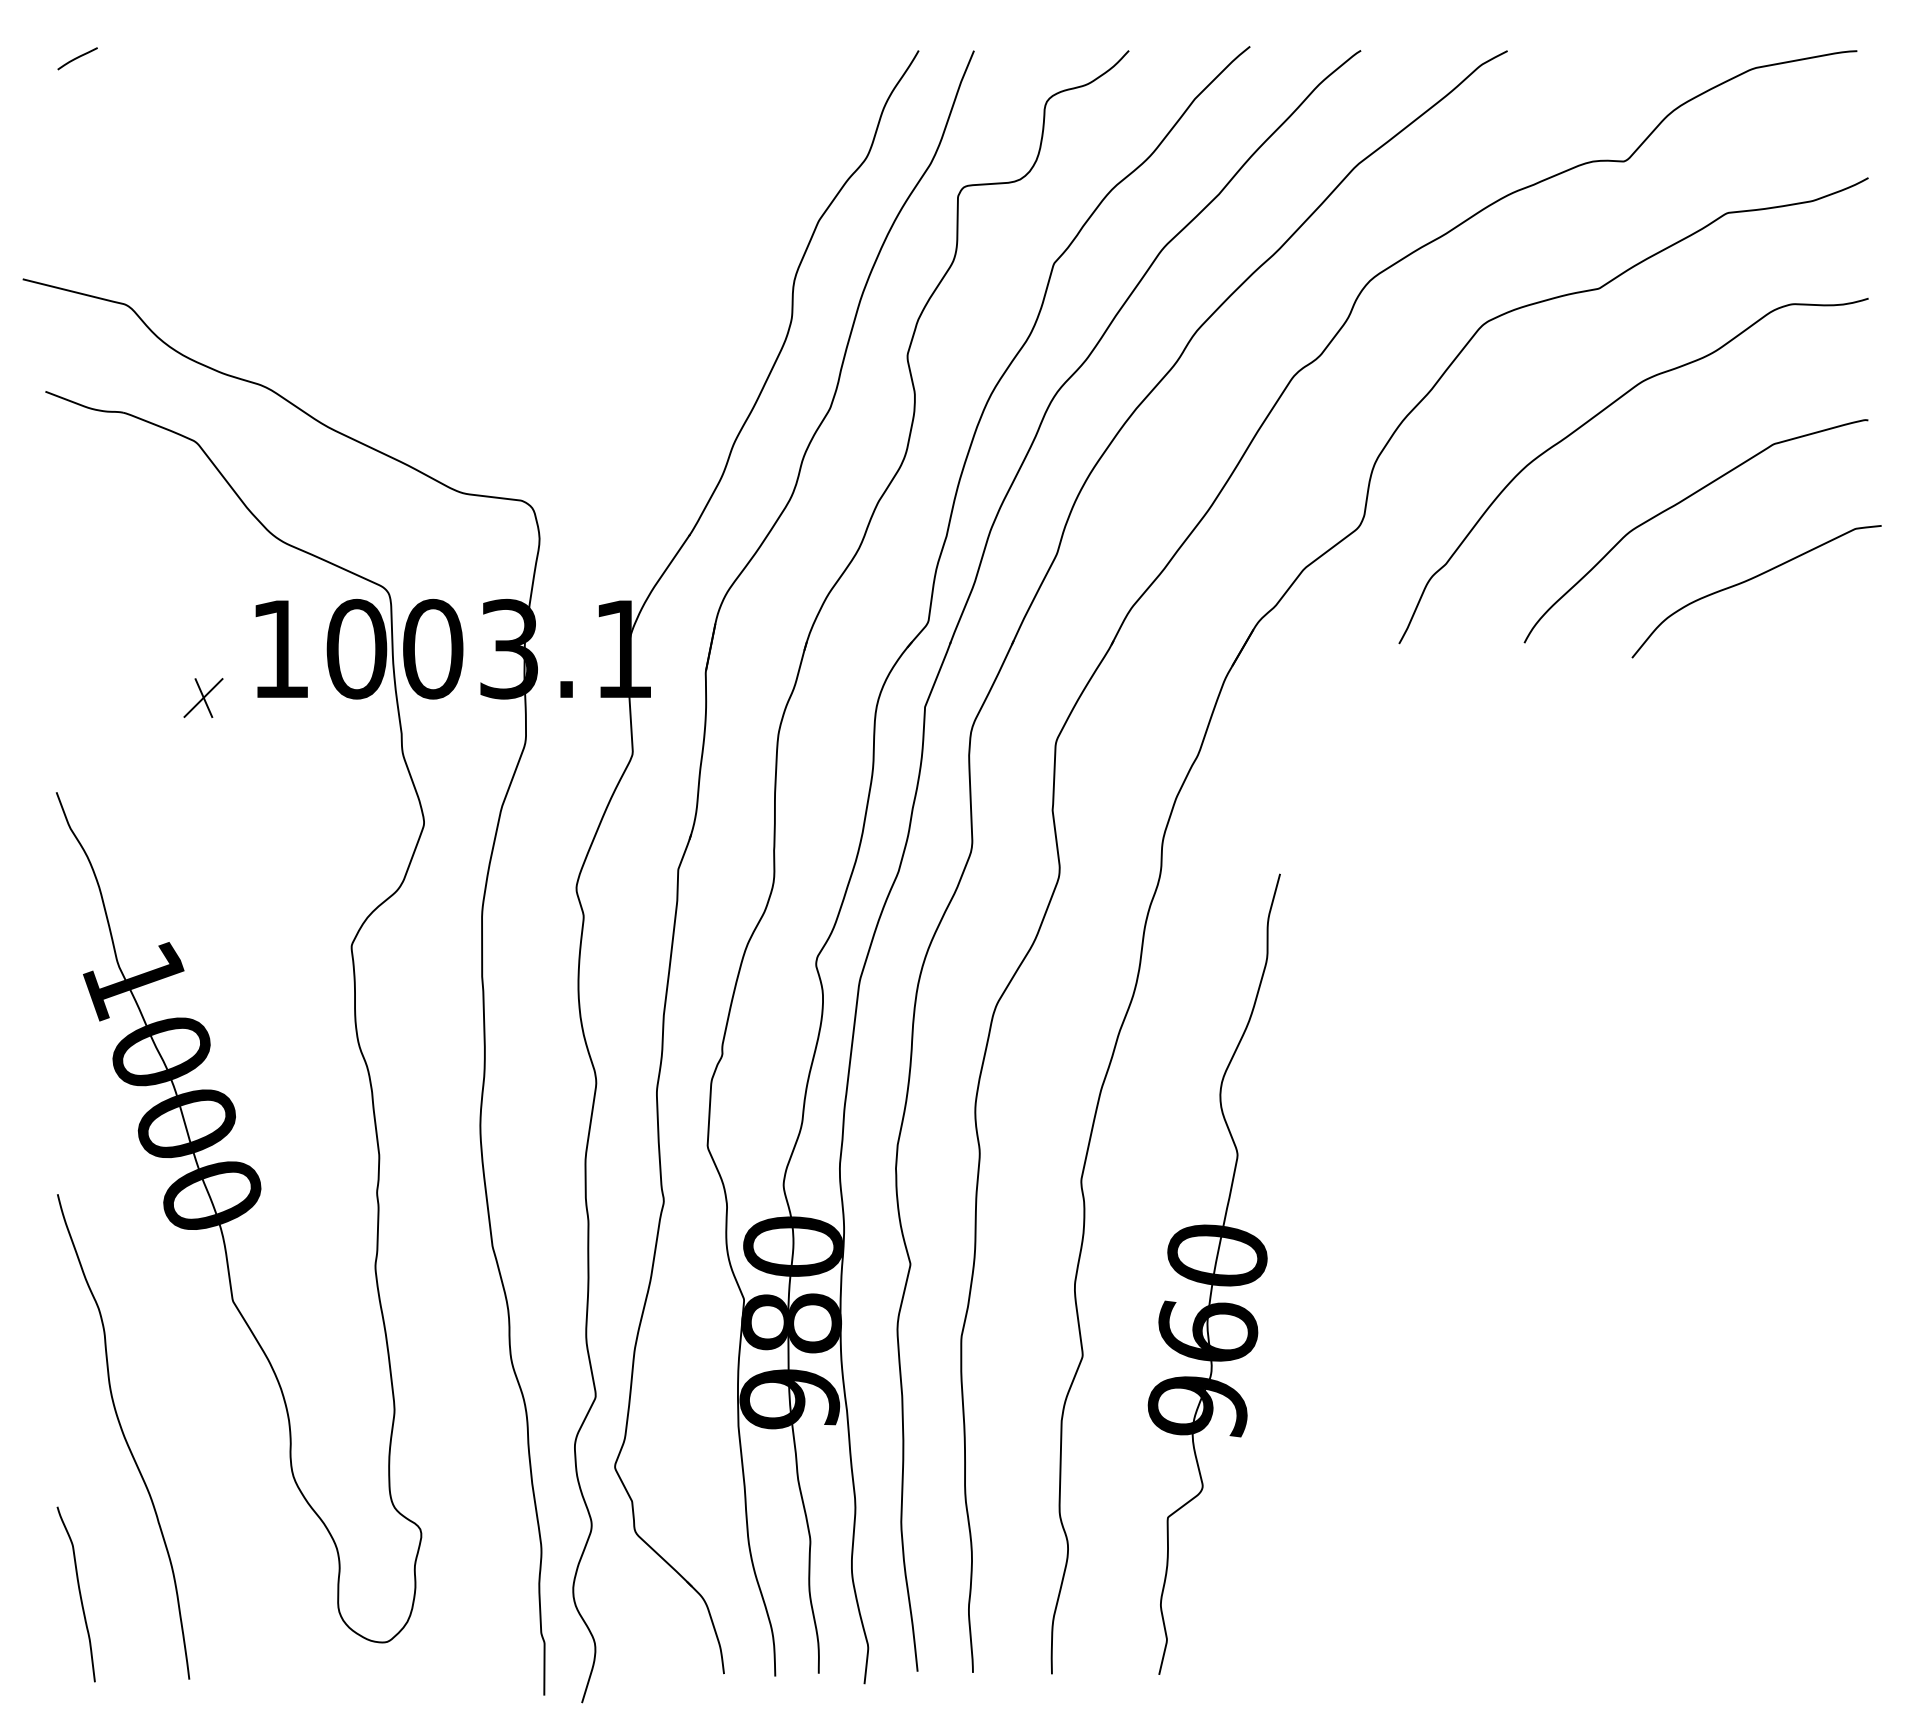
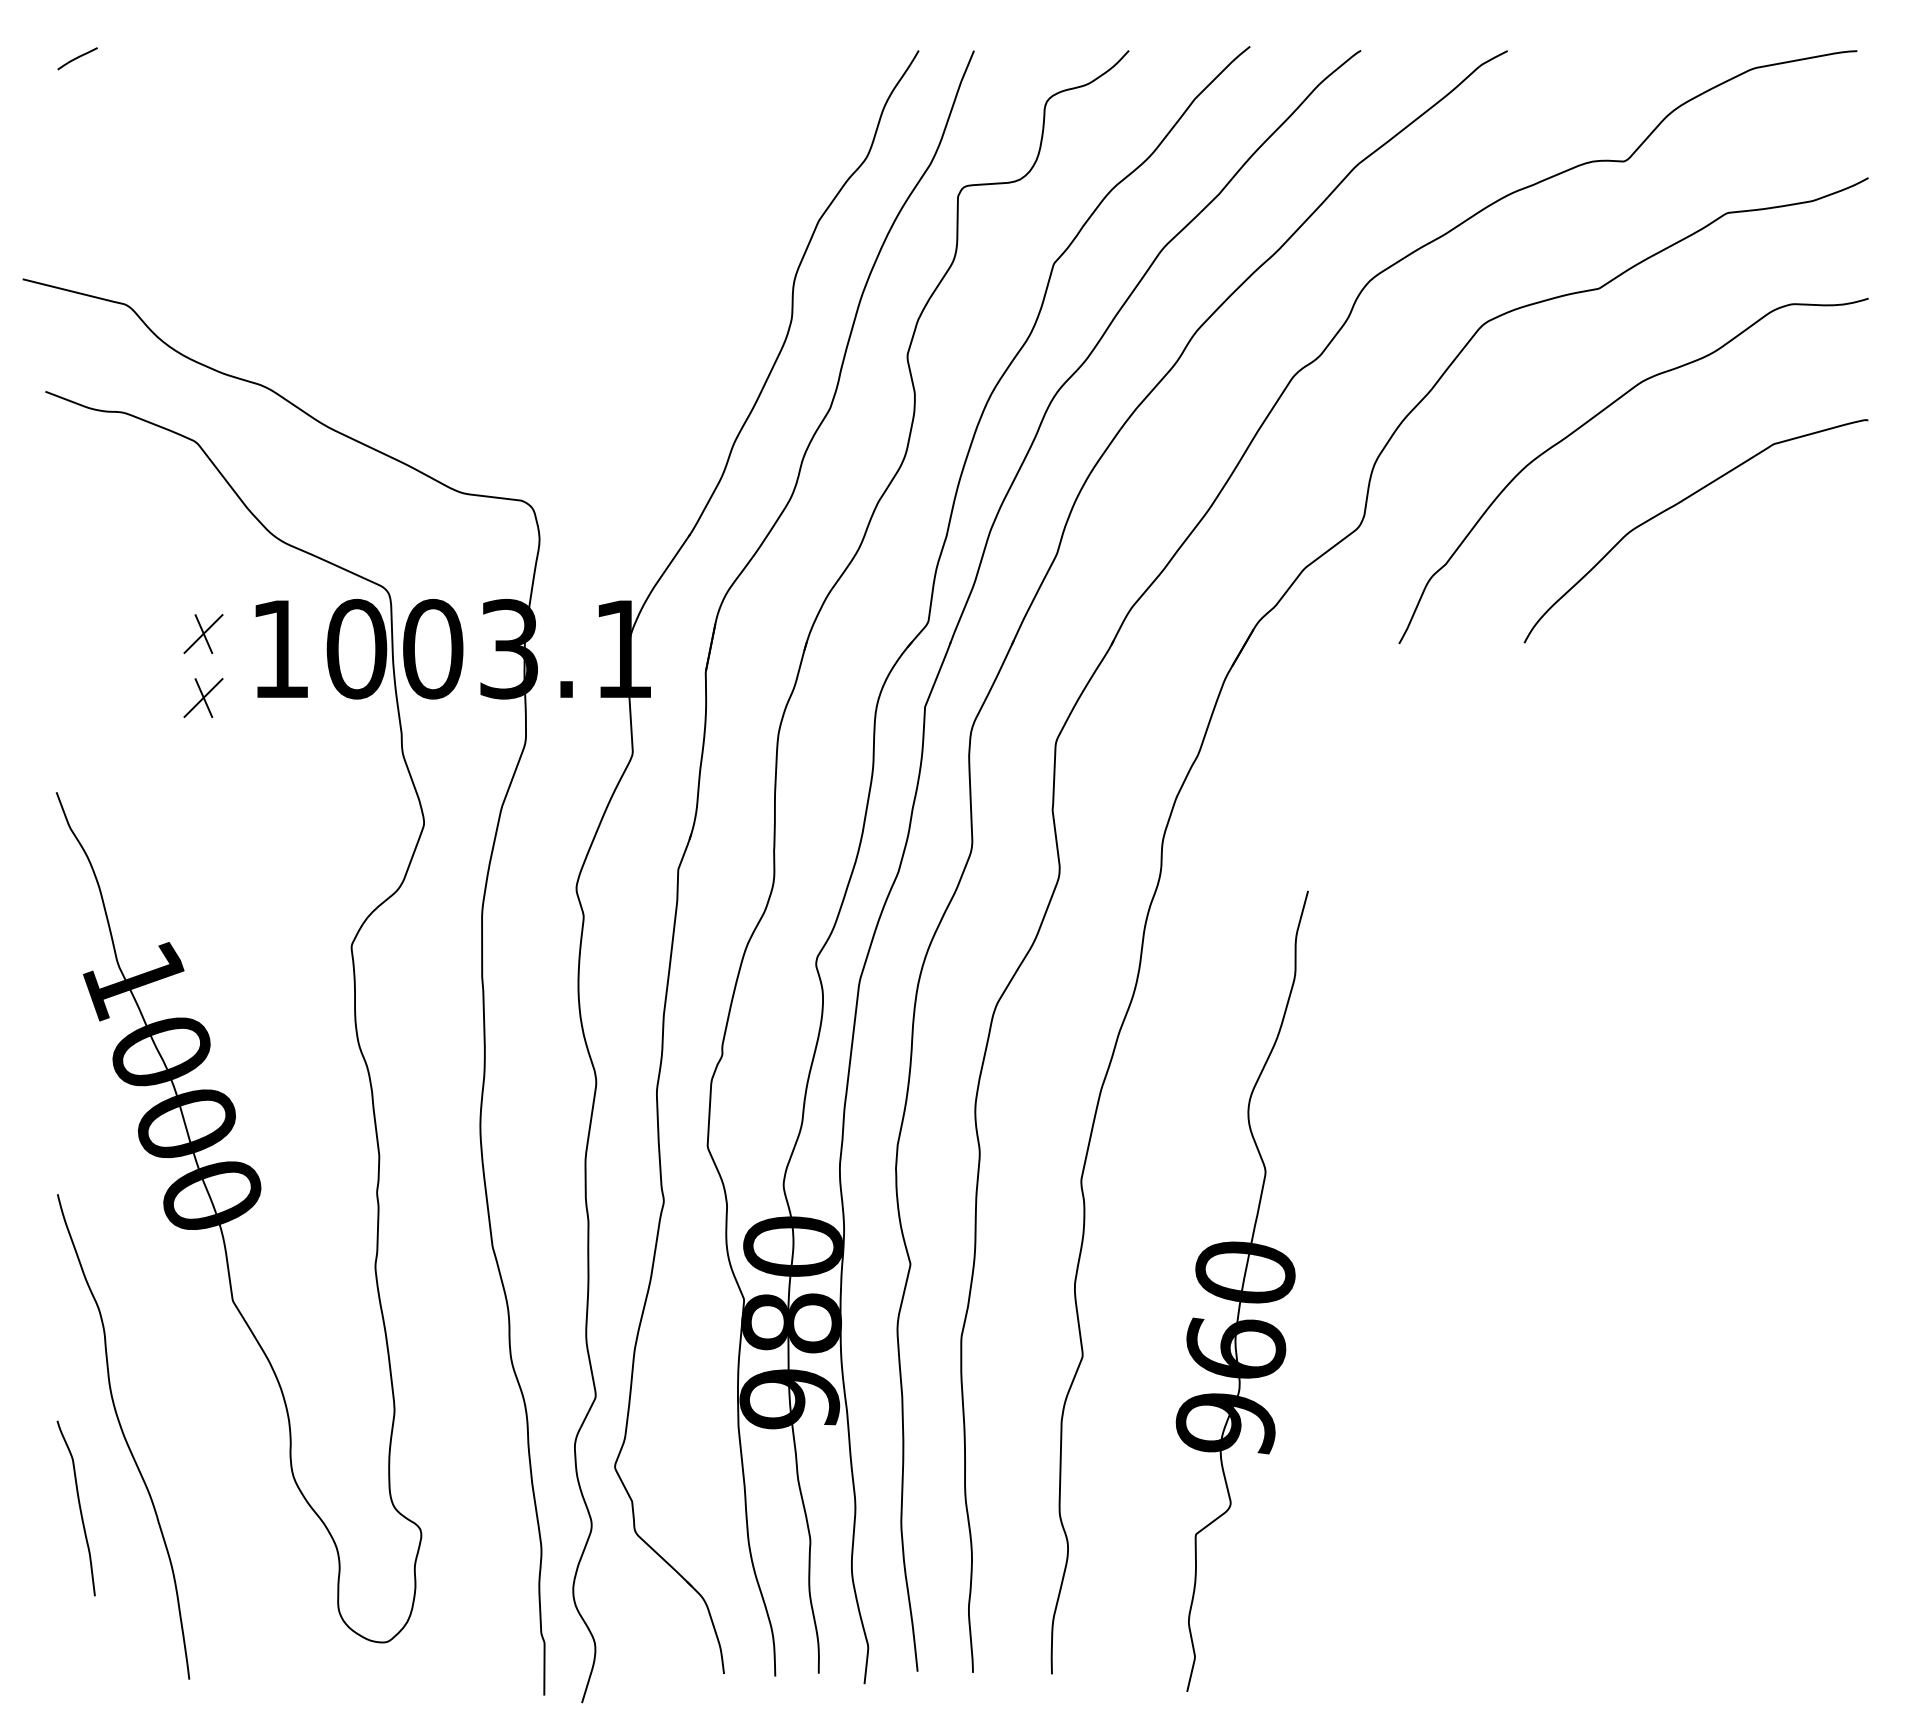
curve at (1750, 580): present -> none
part at (203, 633): none -> present
part at (1213, 1273) position: (1213, 1273) -> (1241, 1290)
curve at (79, 1594) position: (79, 1594) -> (79, 1508)
